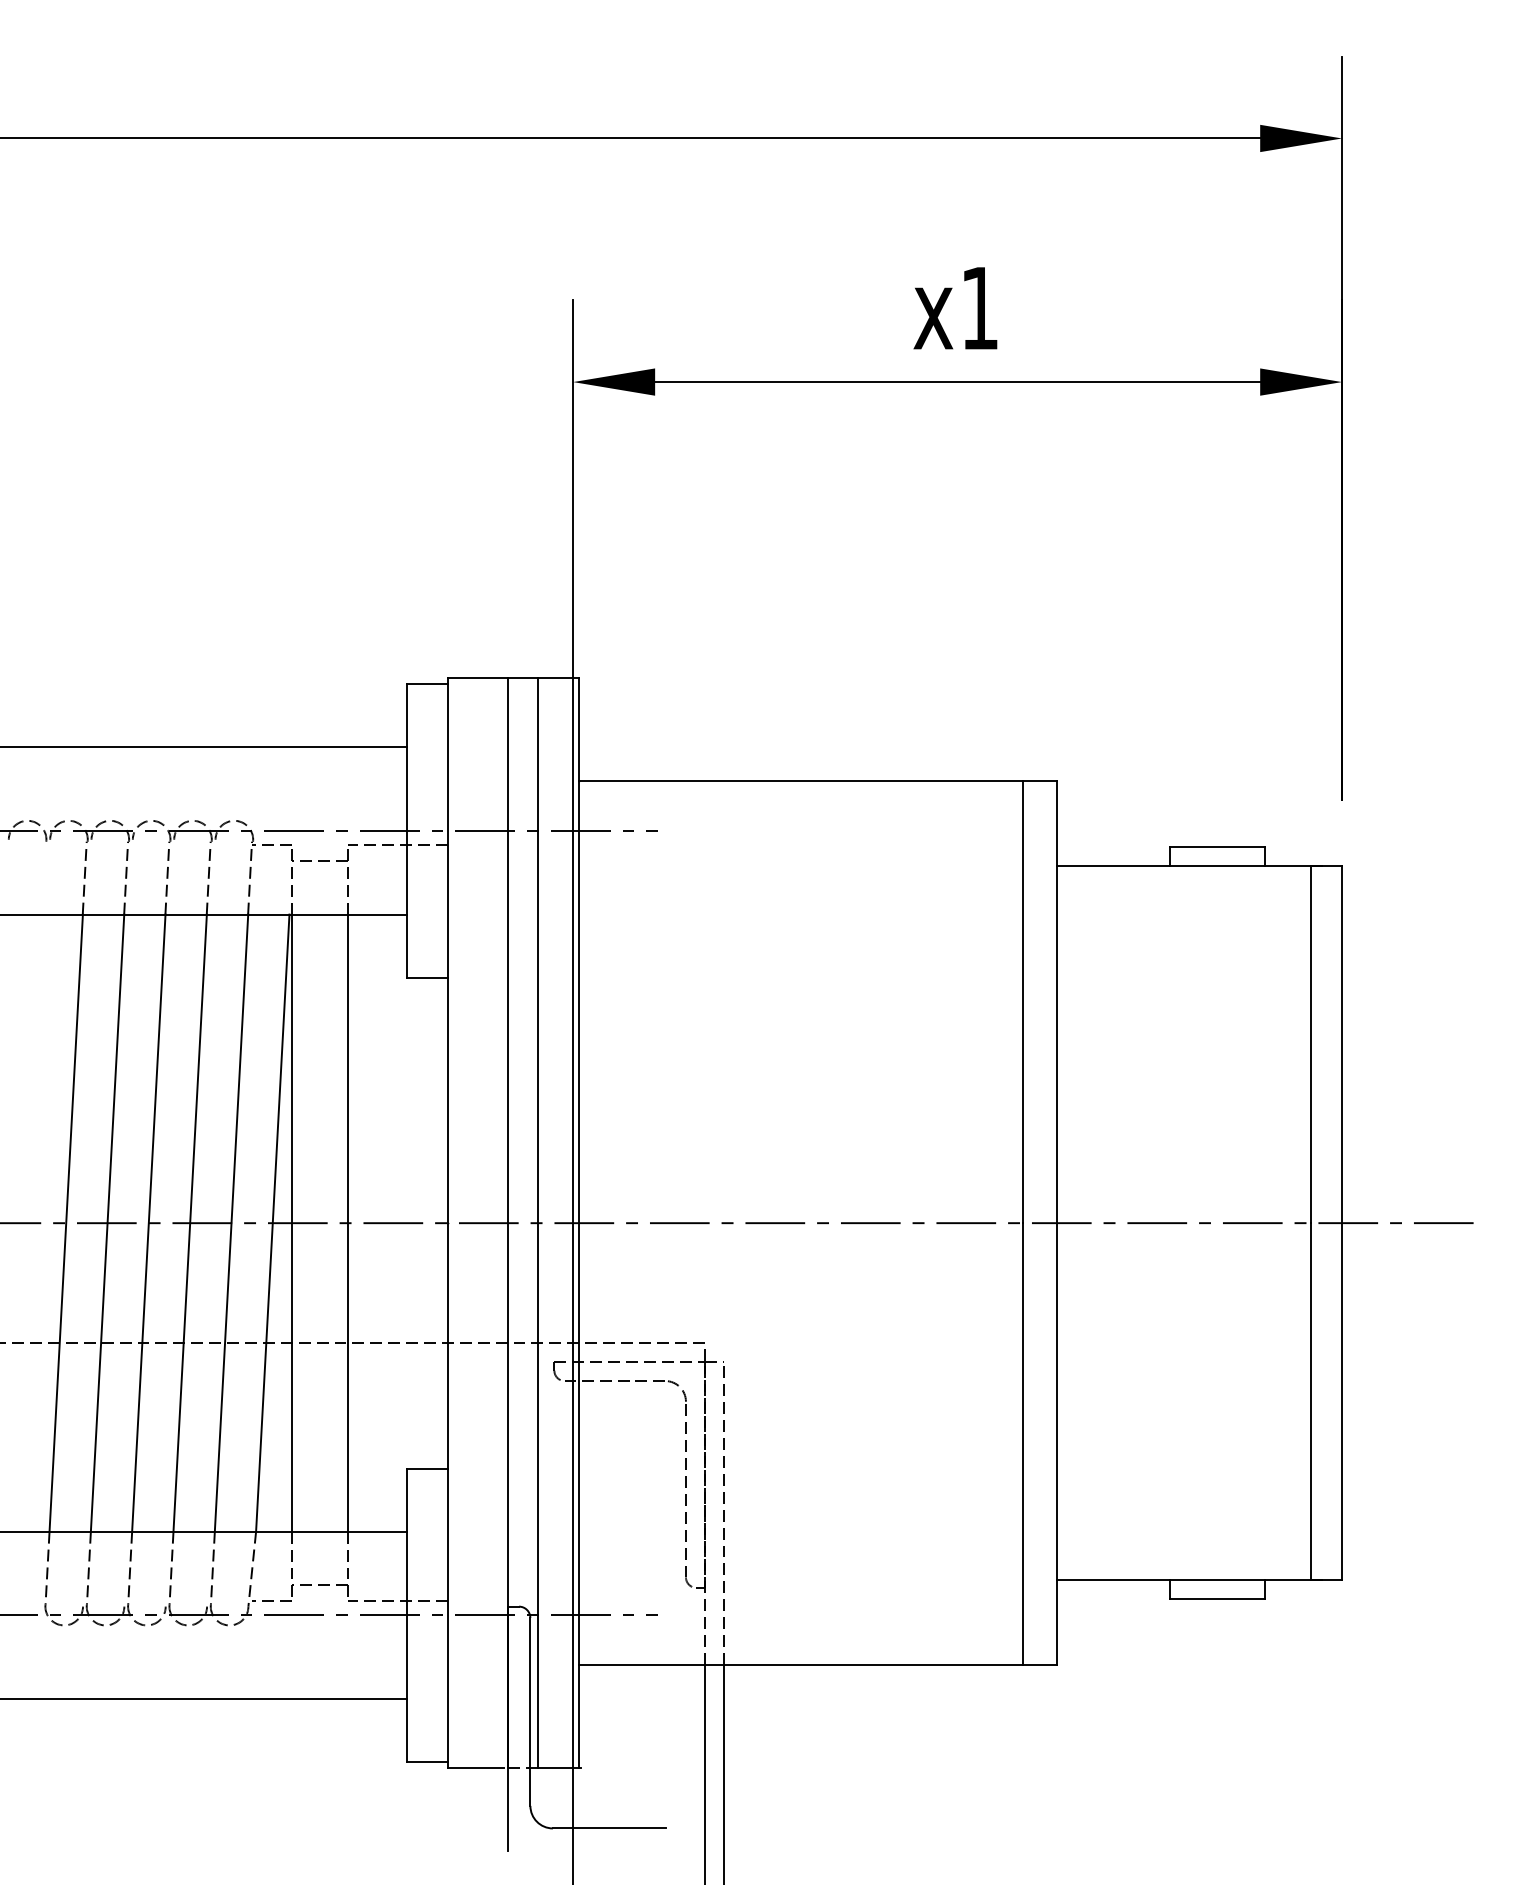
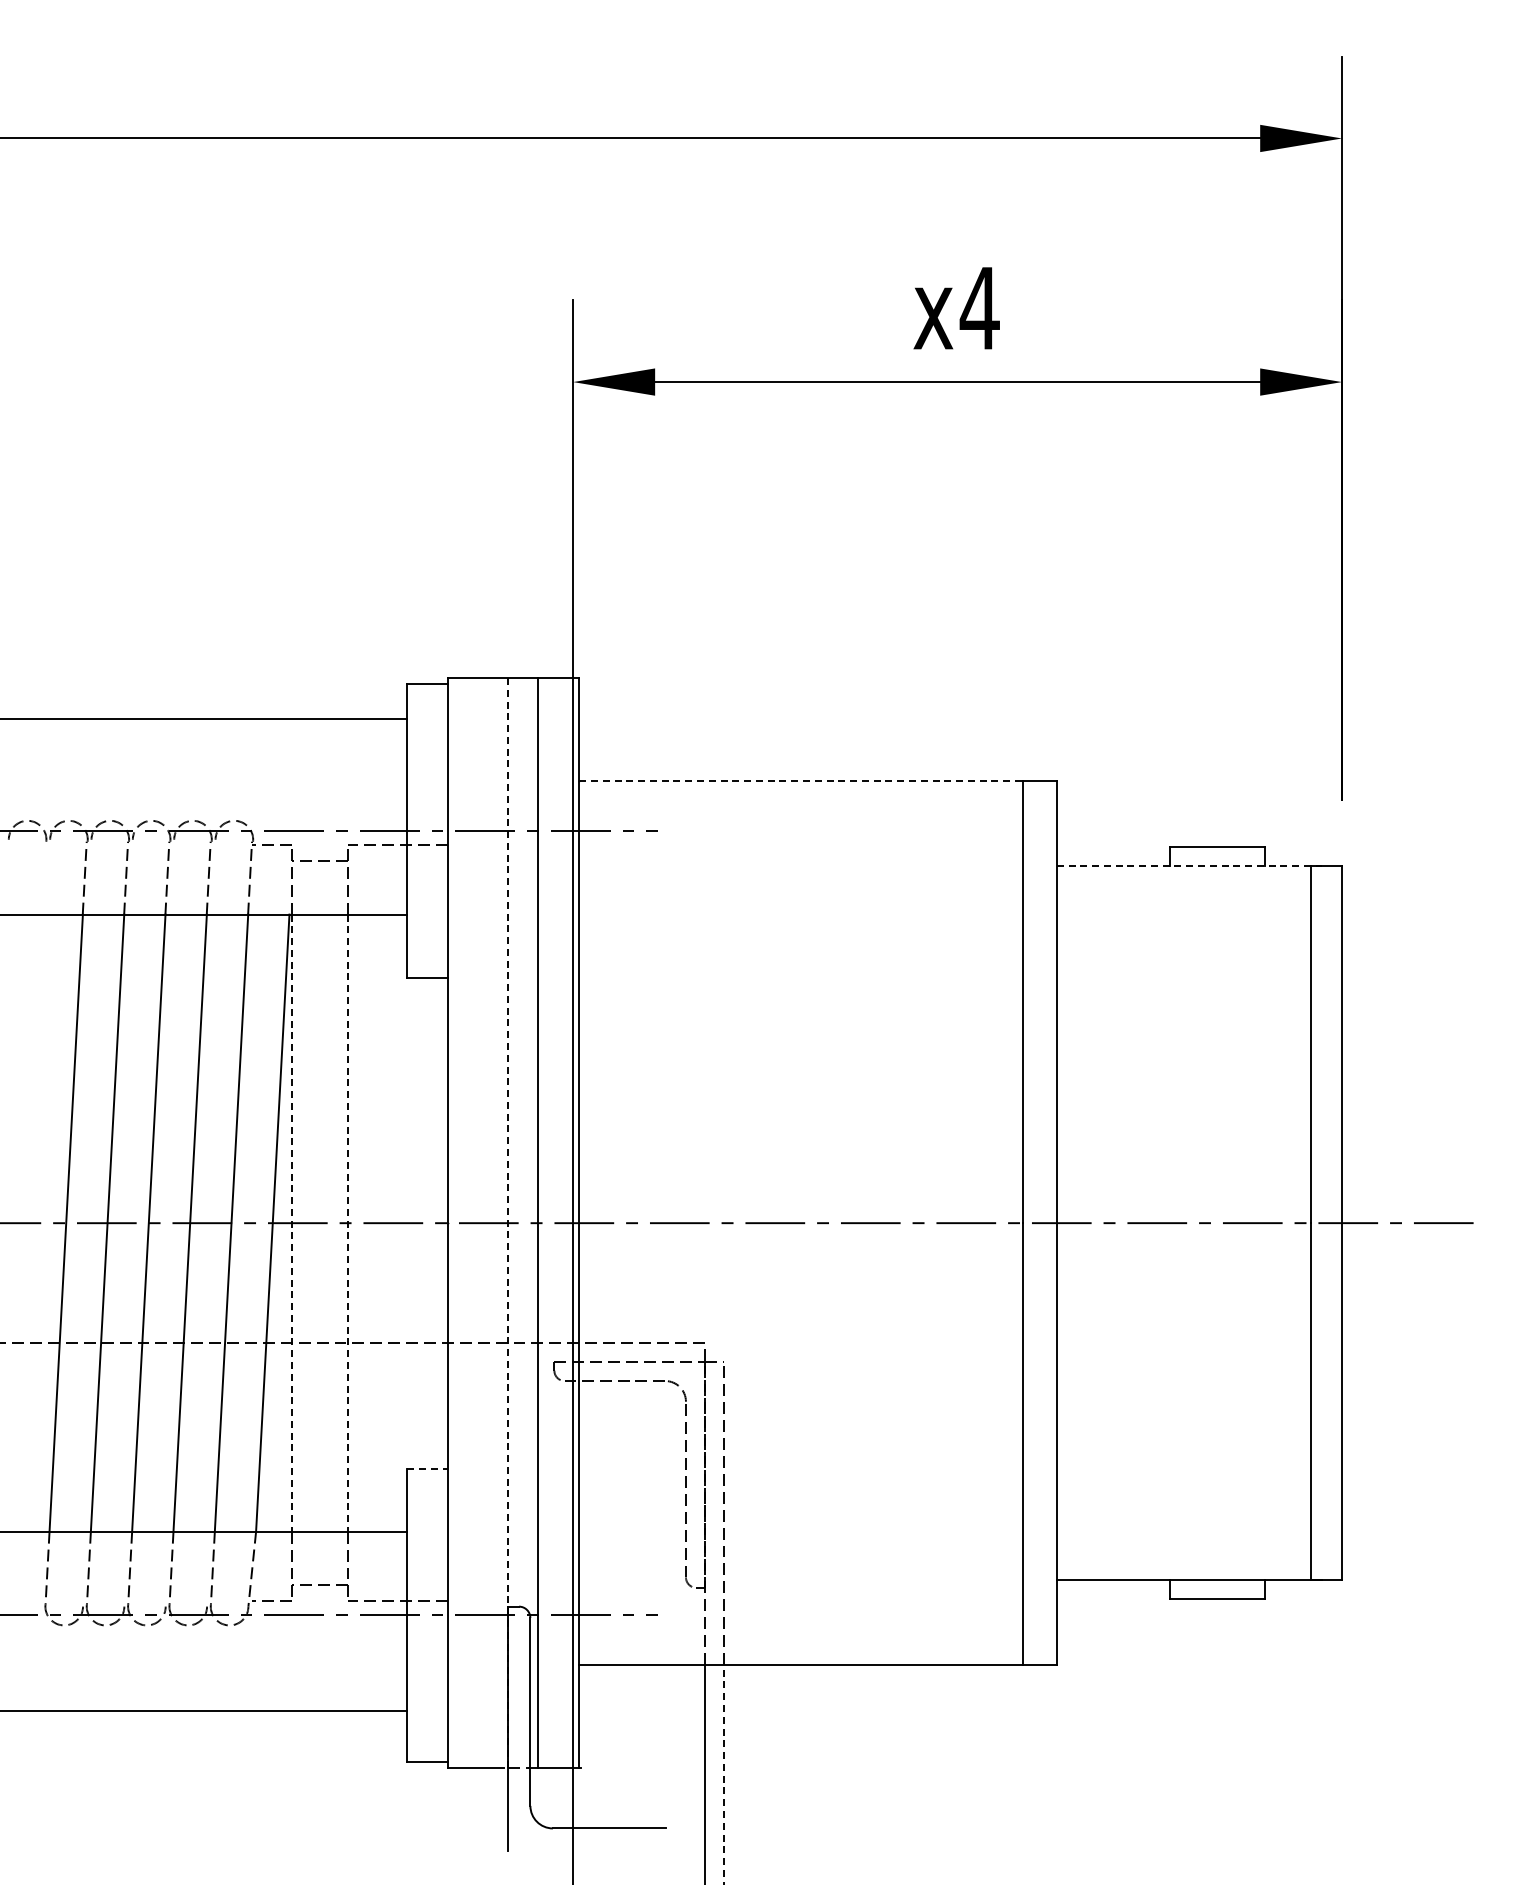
text at (979, 308): x1 -> x4
line at (204, 747) position: (204, 747) -> (204, 719)
line at (801, 781): solid -> dashed
line at (1189, 866): solid -> dashed
line at (507, 1222): solid -> dashed
line at (291, 1223): solid -> dashed
line at (348, 1223): solid -> dashed
line at (427, 1468): solid -> dashed
line at (204, 1698) position: (204, 1698) -> (204, 1710)
line at (723, 1774): solid -> dashed
